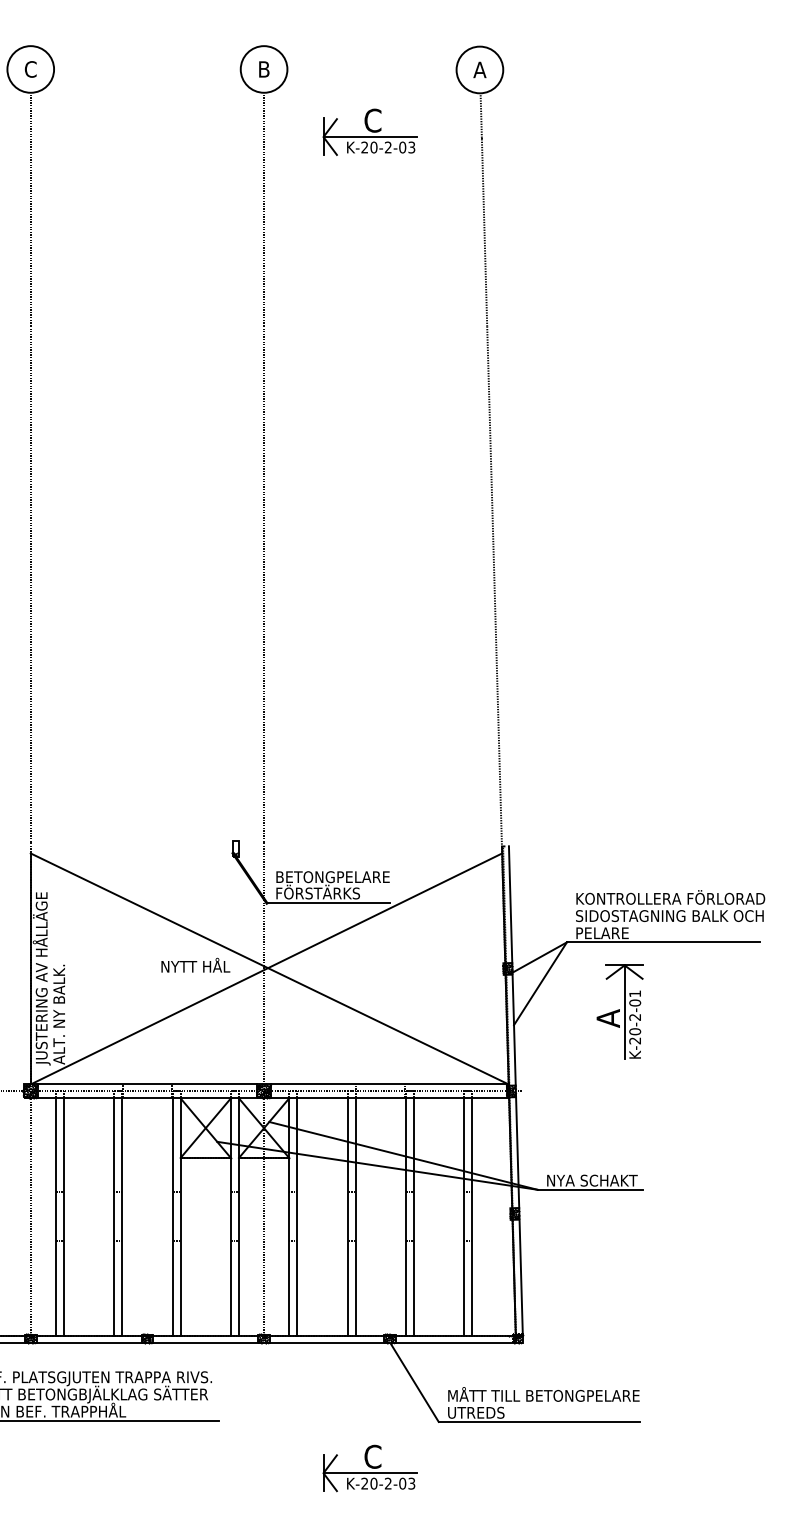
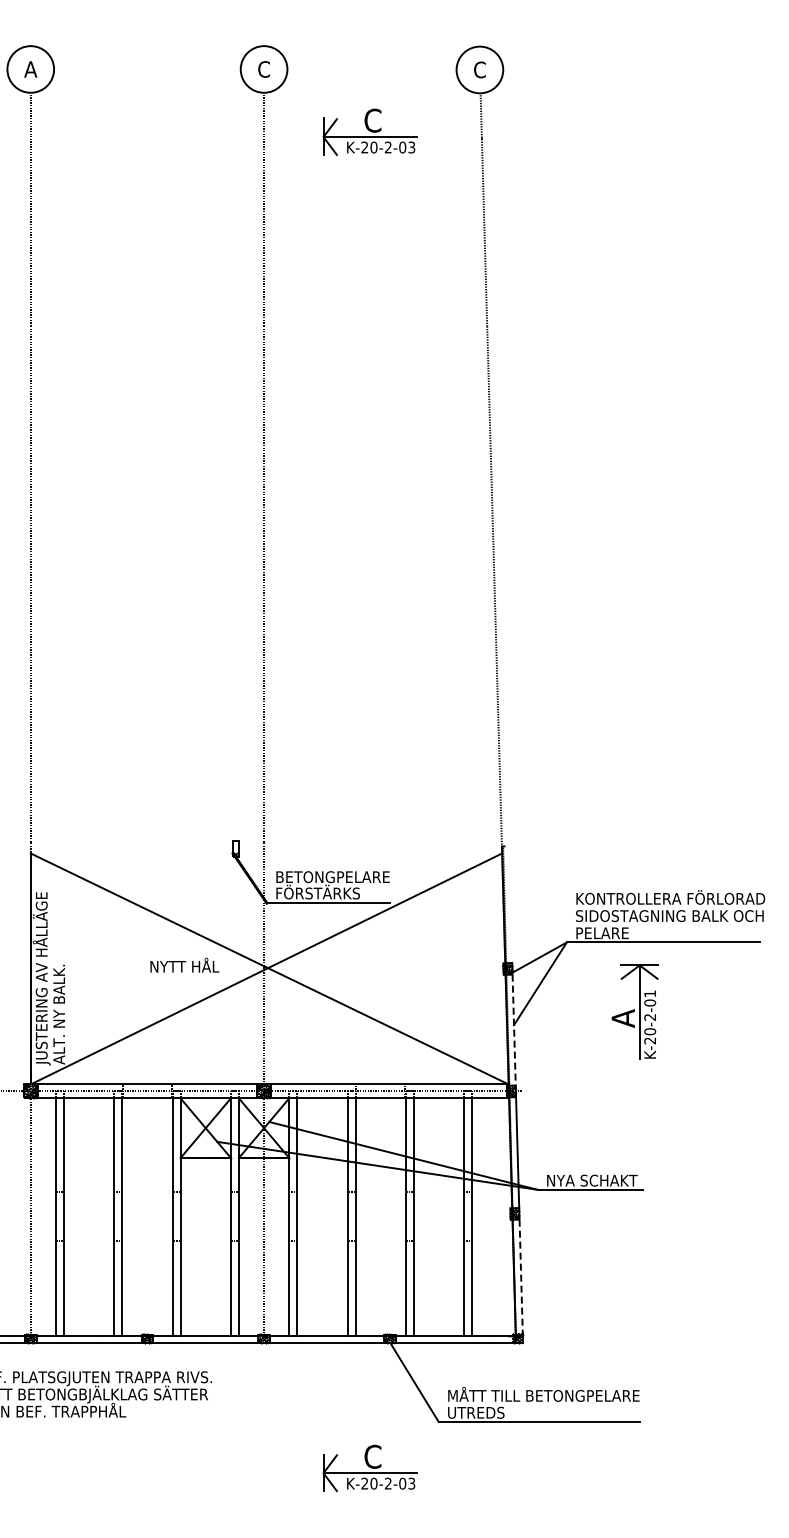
text at (30, 69): C -> A
text at (263, 69): B -> C
text at (479, 69): A -> C
line at (510, 904): present -> none
text at (195, 964) position: (195, 964) -> (184, 964)
part at (619, 1011) position: (619, 1011) -> (634, 1011)
line at (514, 1030): solid -> dashed
line at (521, 1277): solid -> dashed
line at (110, 1421): present -> none
